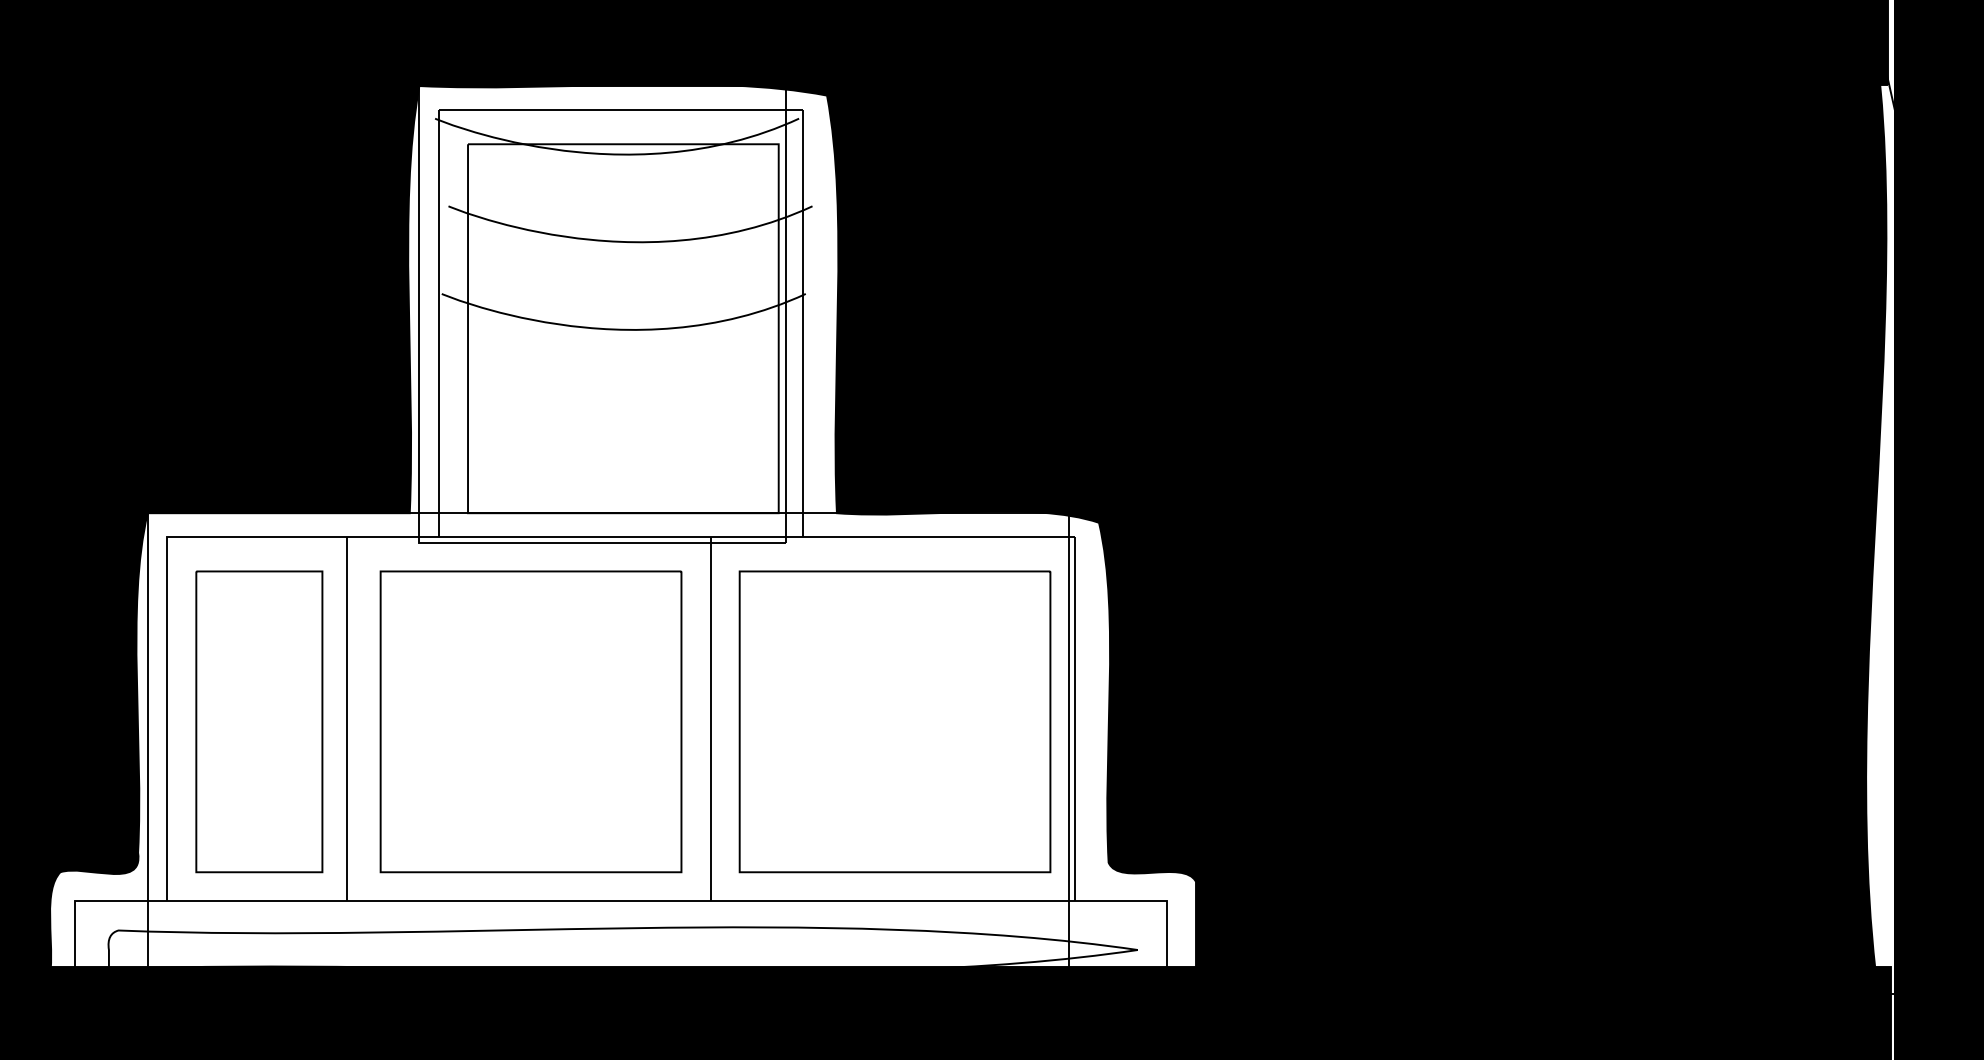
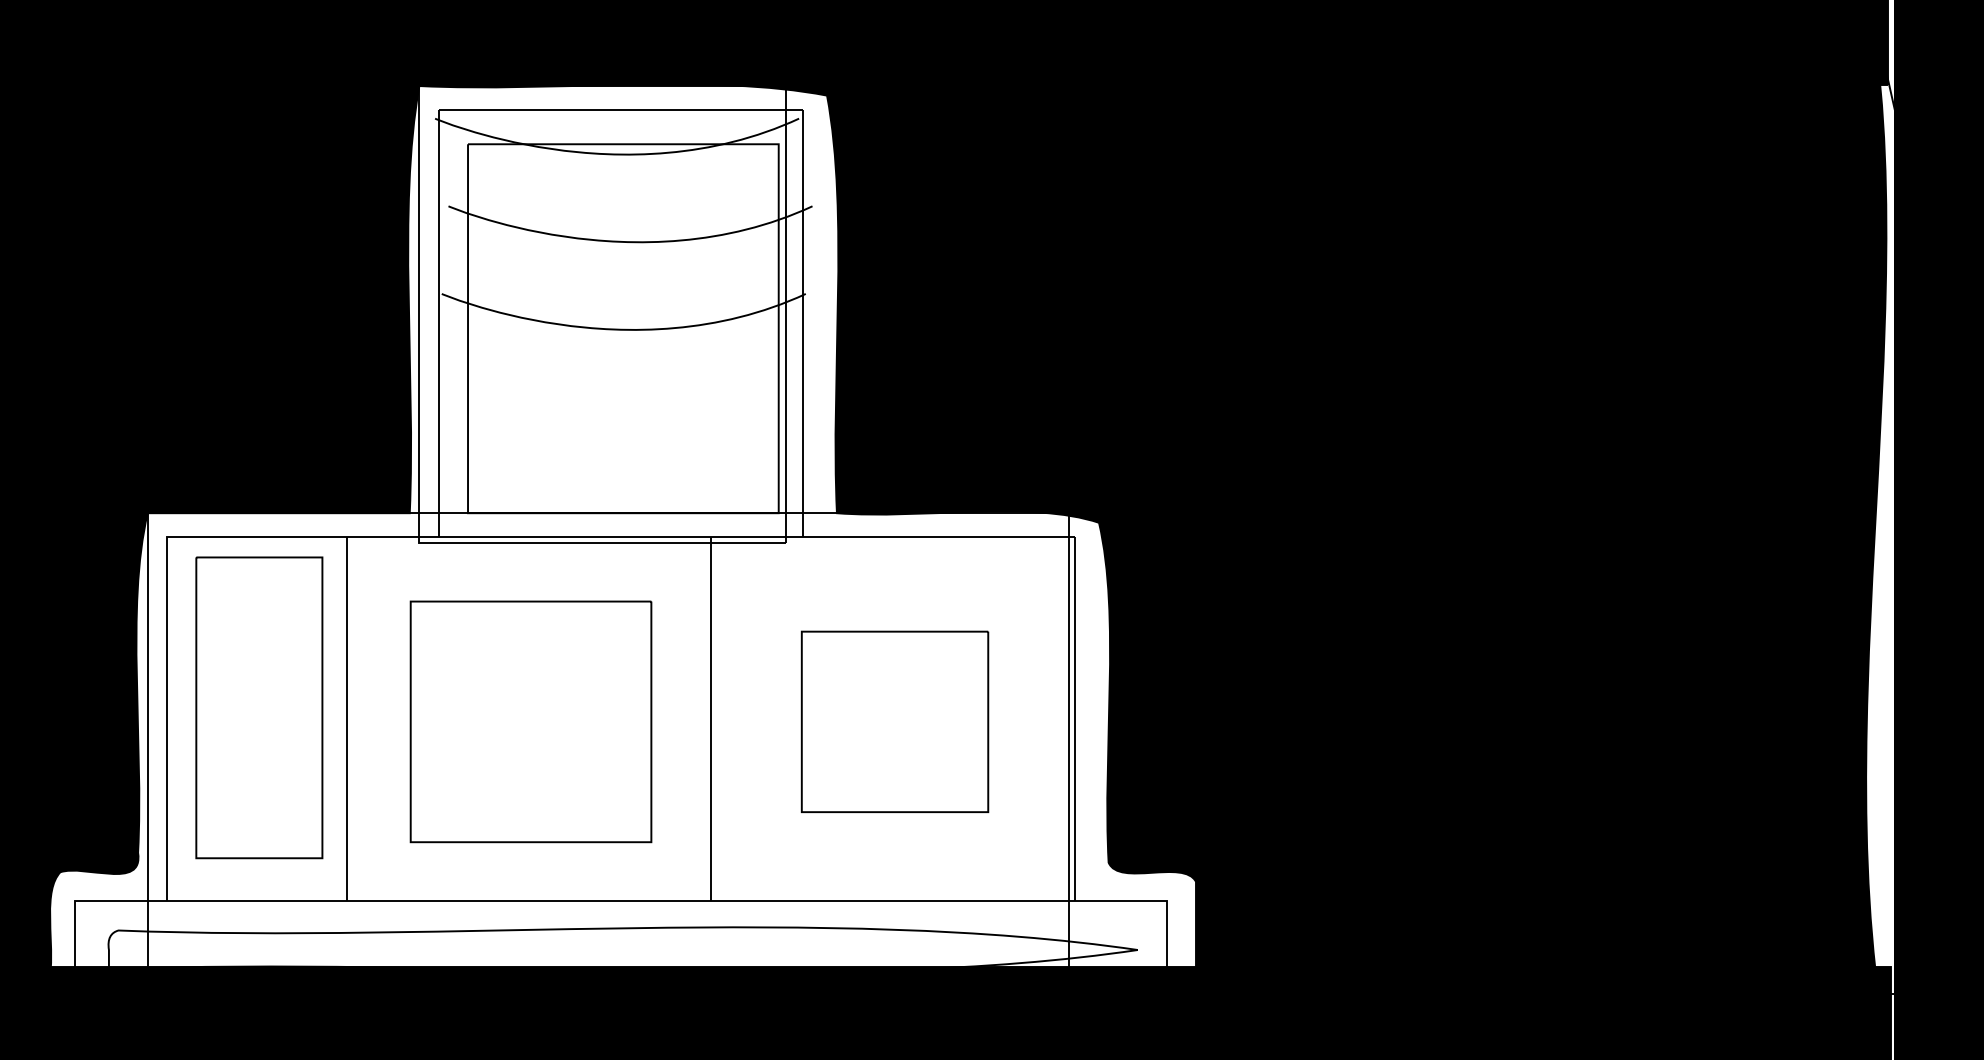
part at (259, 721) position: (259, 721) -> (259, 707)
part at (530, 721) size: 304x304 px -> 244x244 px
part at (894, 721) size: 314x304 px -> 190x183 px
